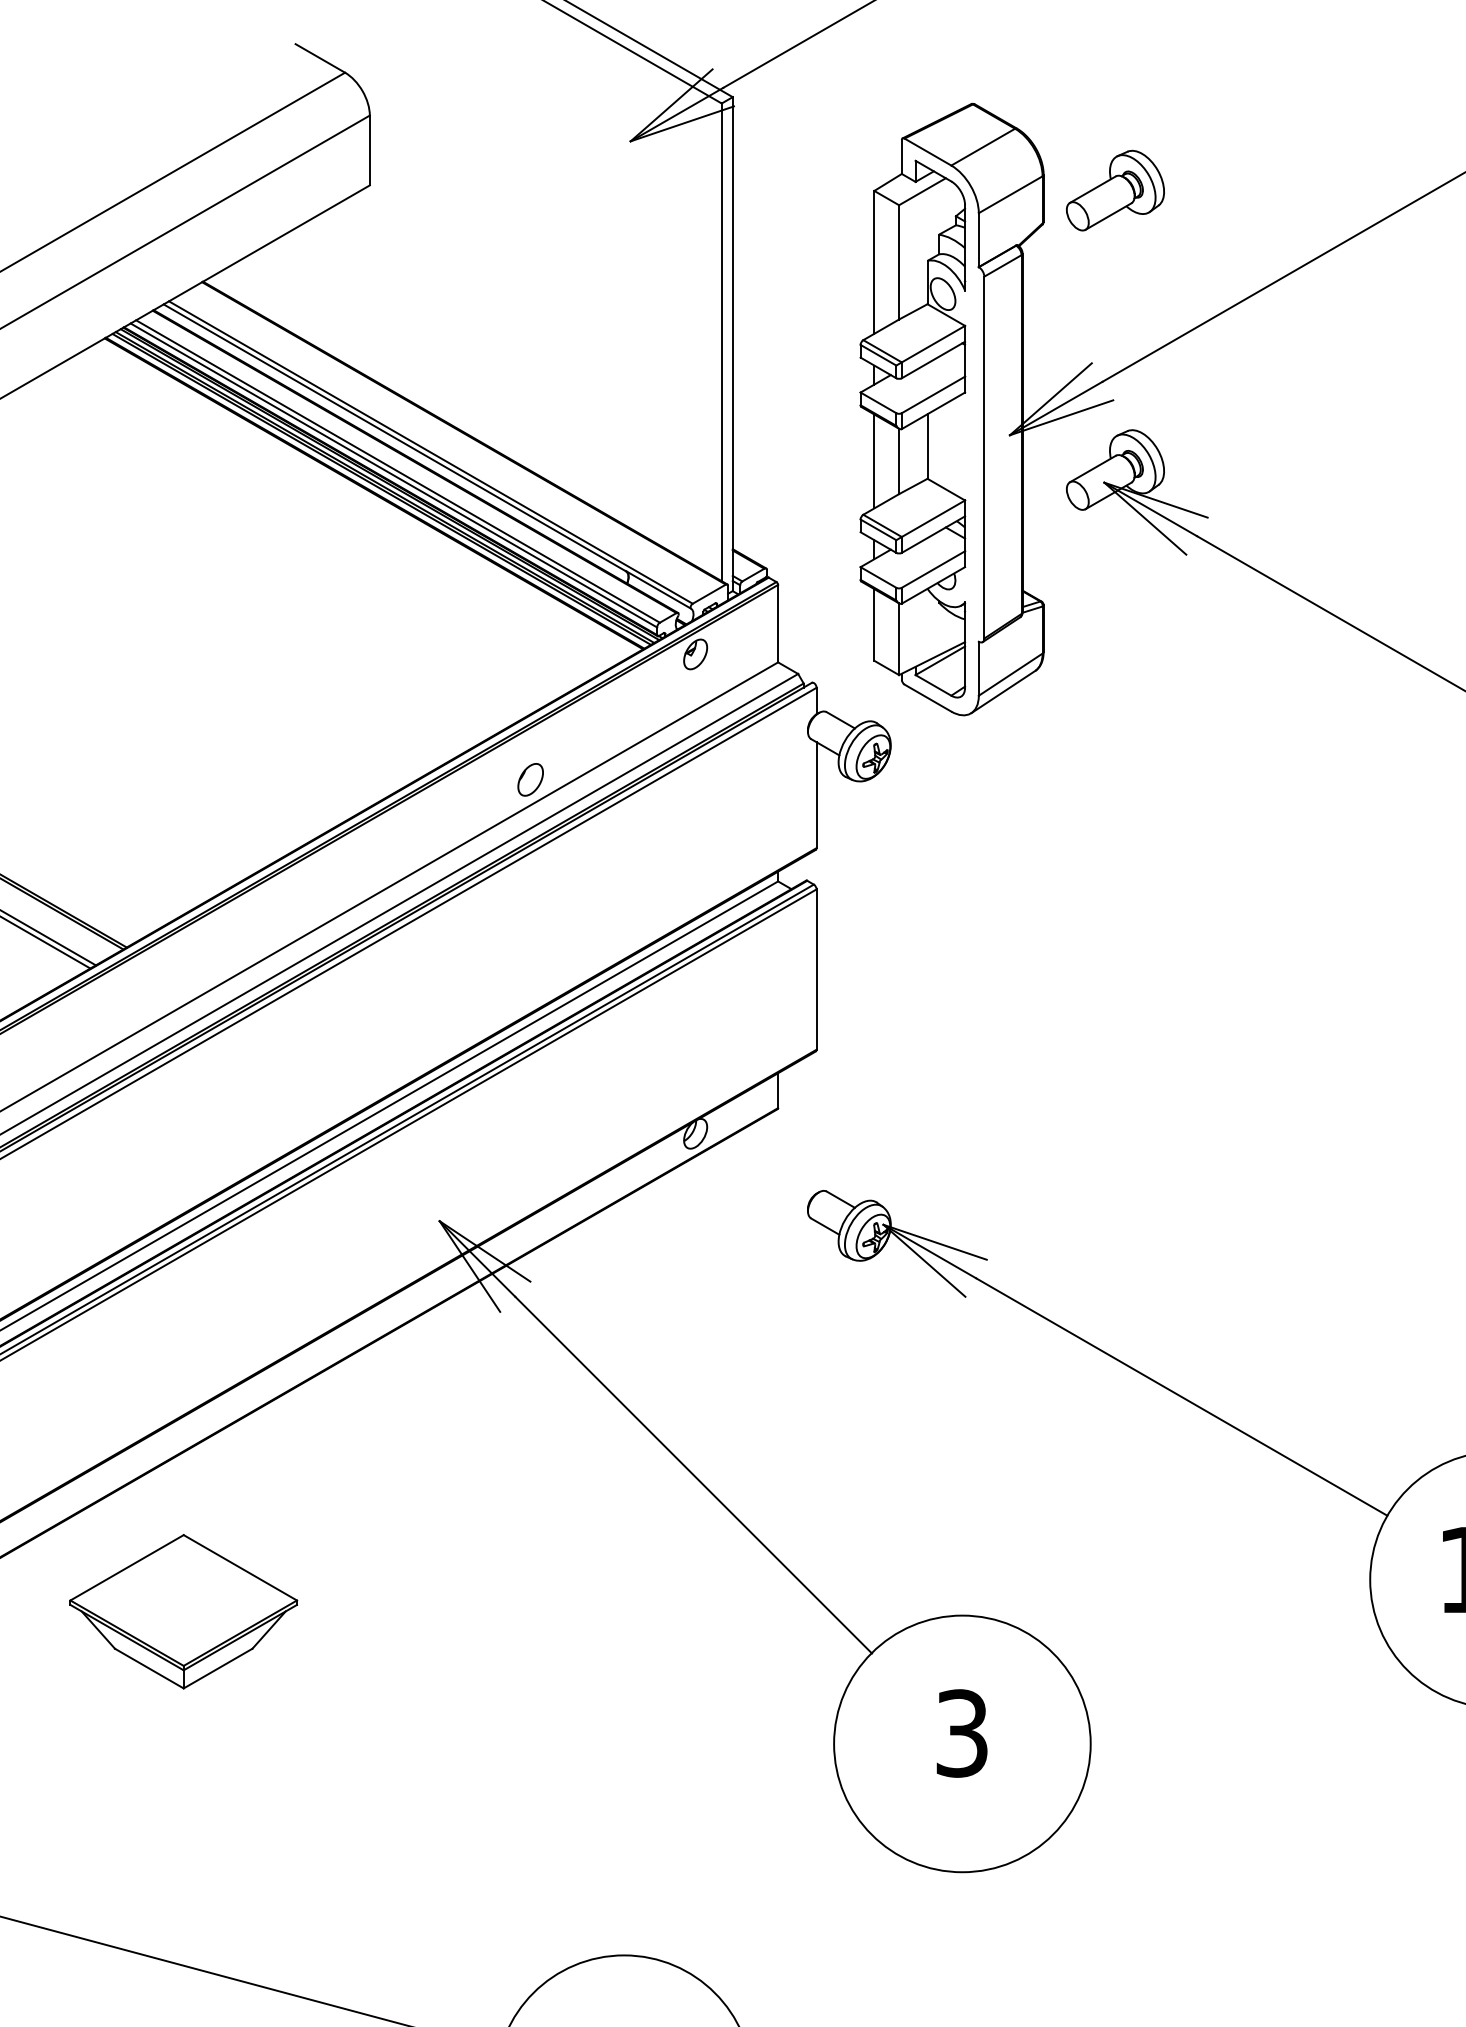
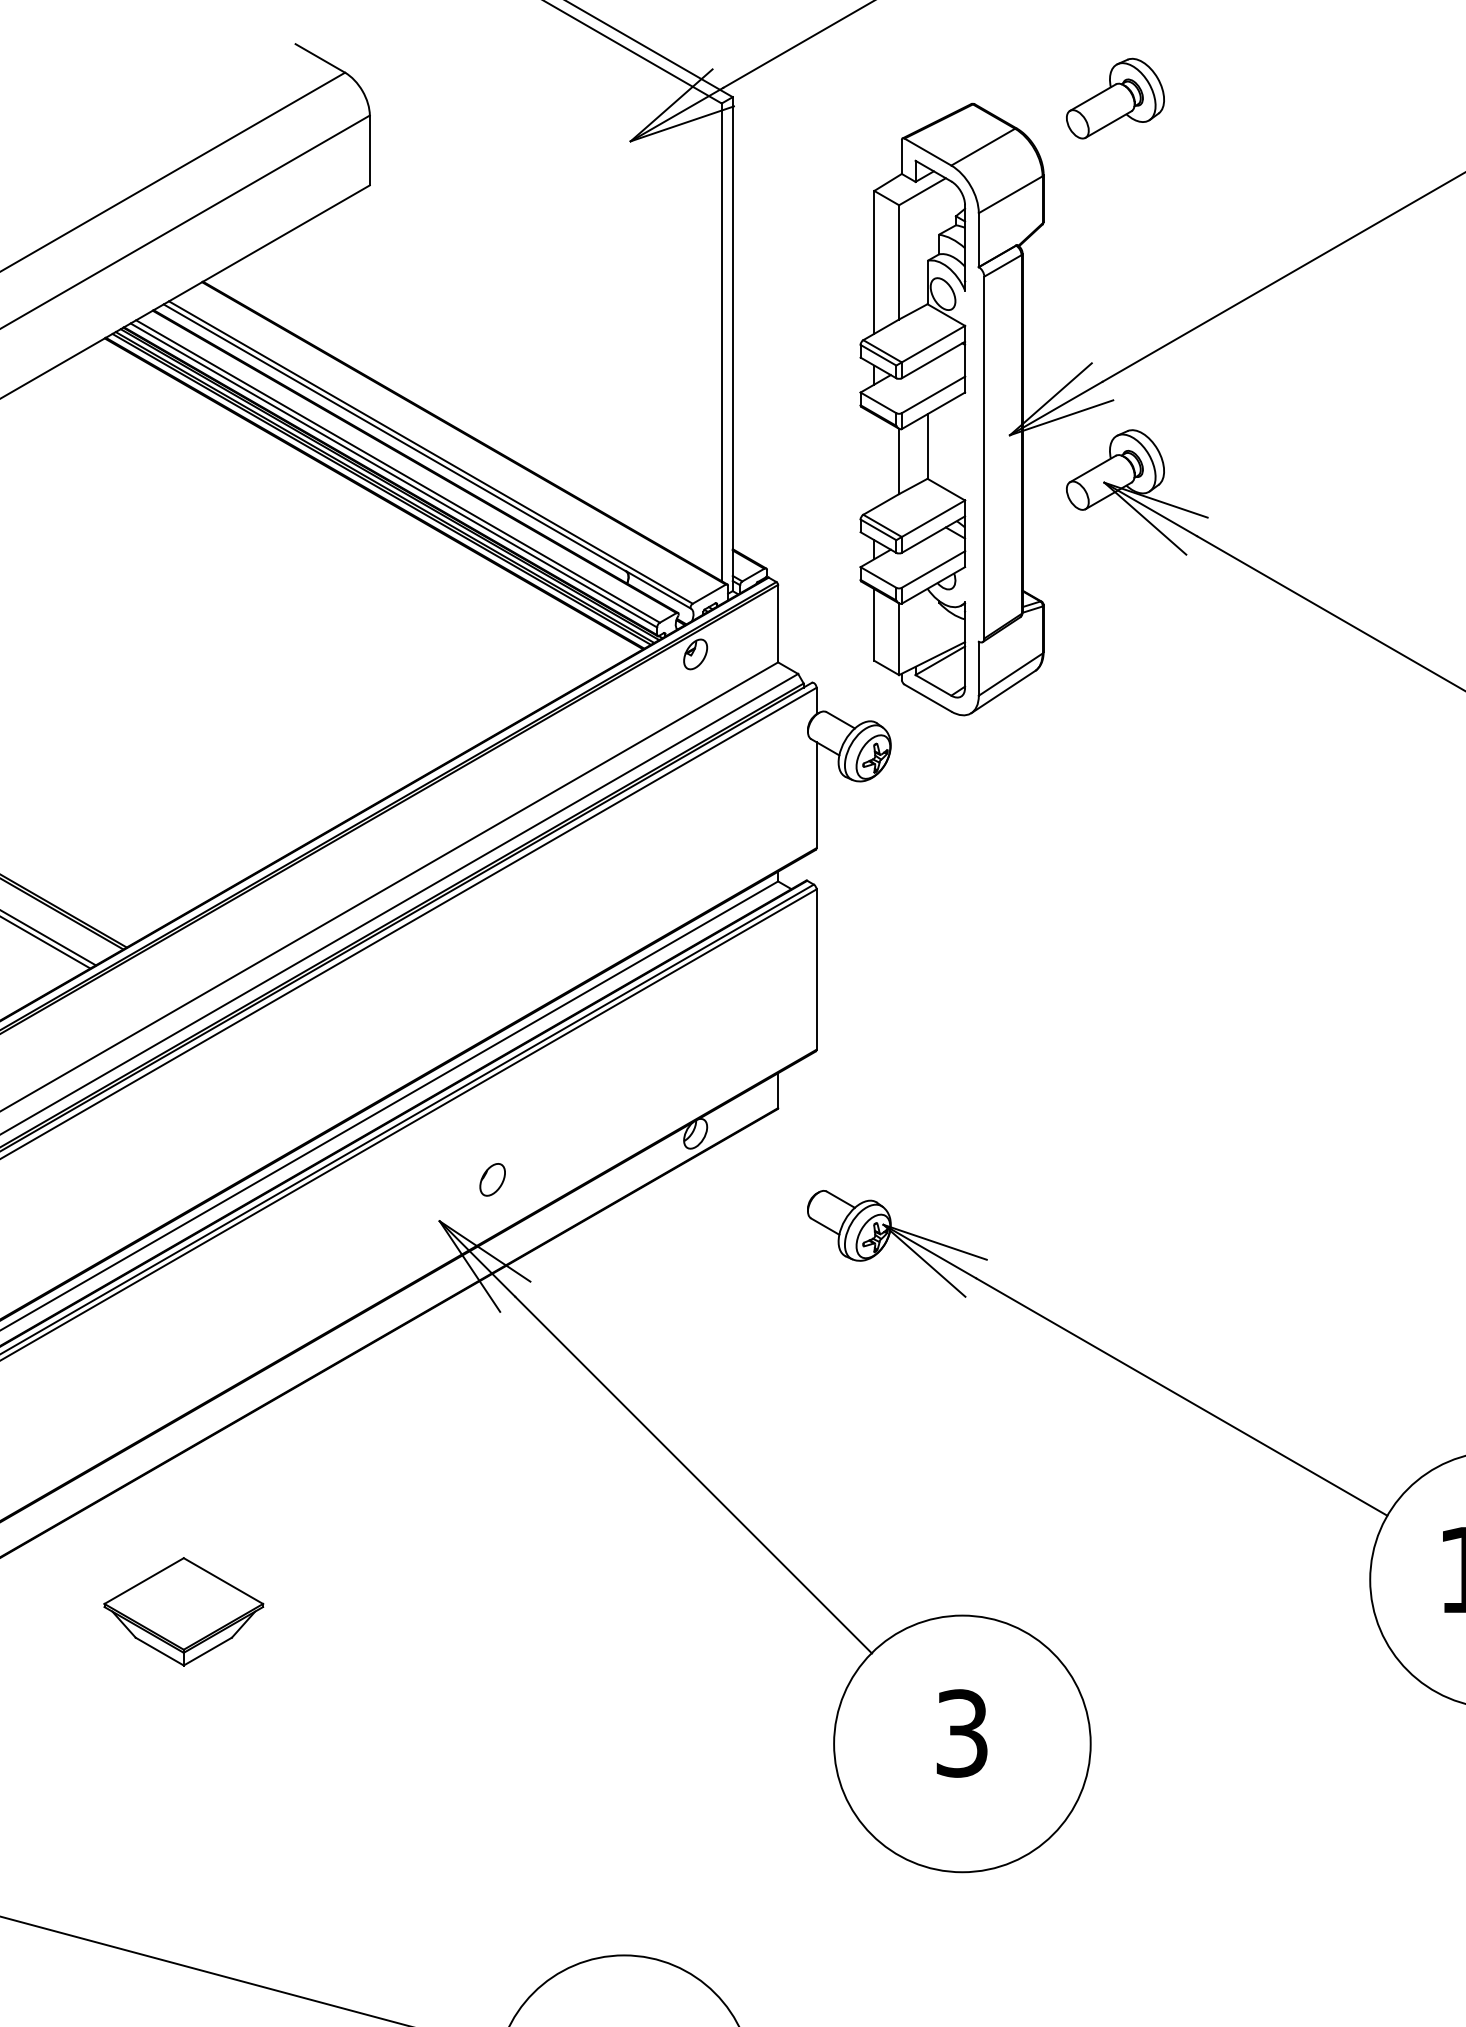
part at (1115, 190) position: (1115, 190) -> (1115, 98)
line at (874, 461): present -> none
part at (530, 779) position: (530, 779) -> (492, 1179)
part at (183, 1611) size: 230x156 px -> 162x110 px
